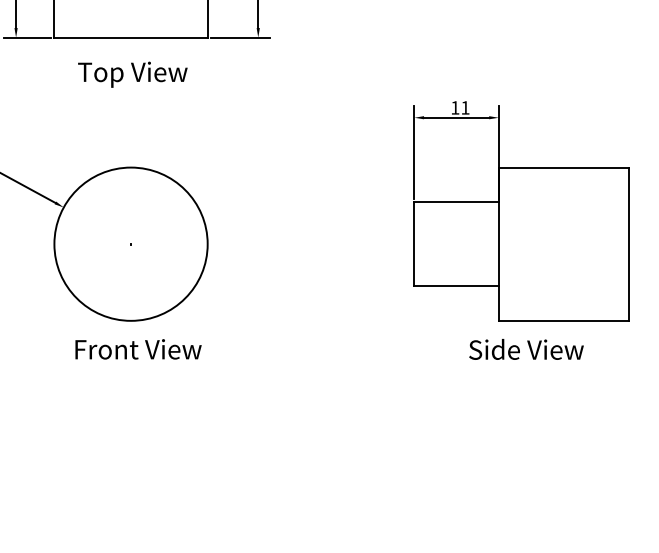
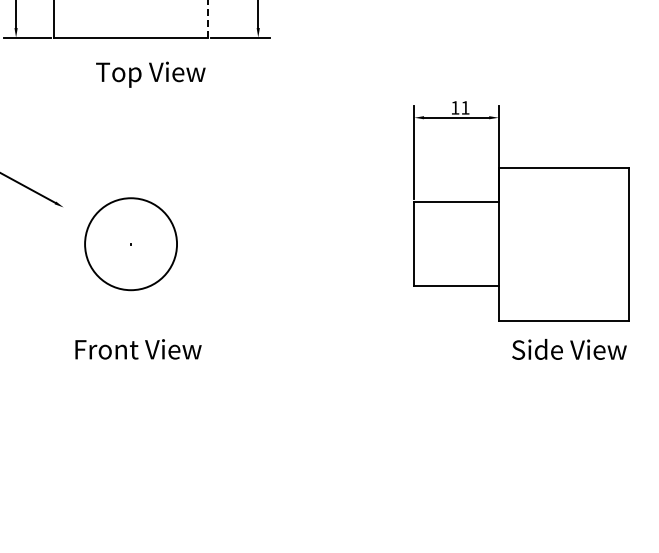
line at (207, 18): solid -> dashed
text at (132, 74) position: (132, 74) -> (150, 74)
circle at (130, 243) diameter: 153 px -> 92 px
text at (526, 349) position: (526, 349) -> (569, 349)
